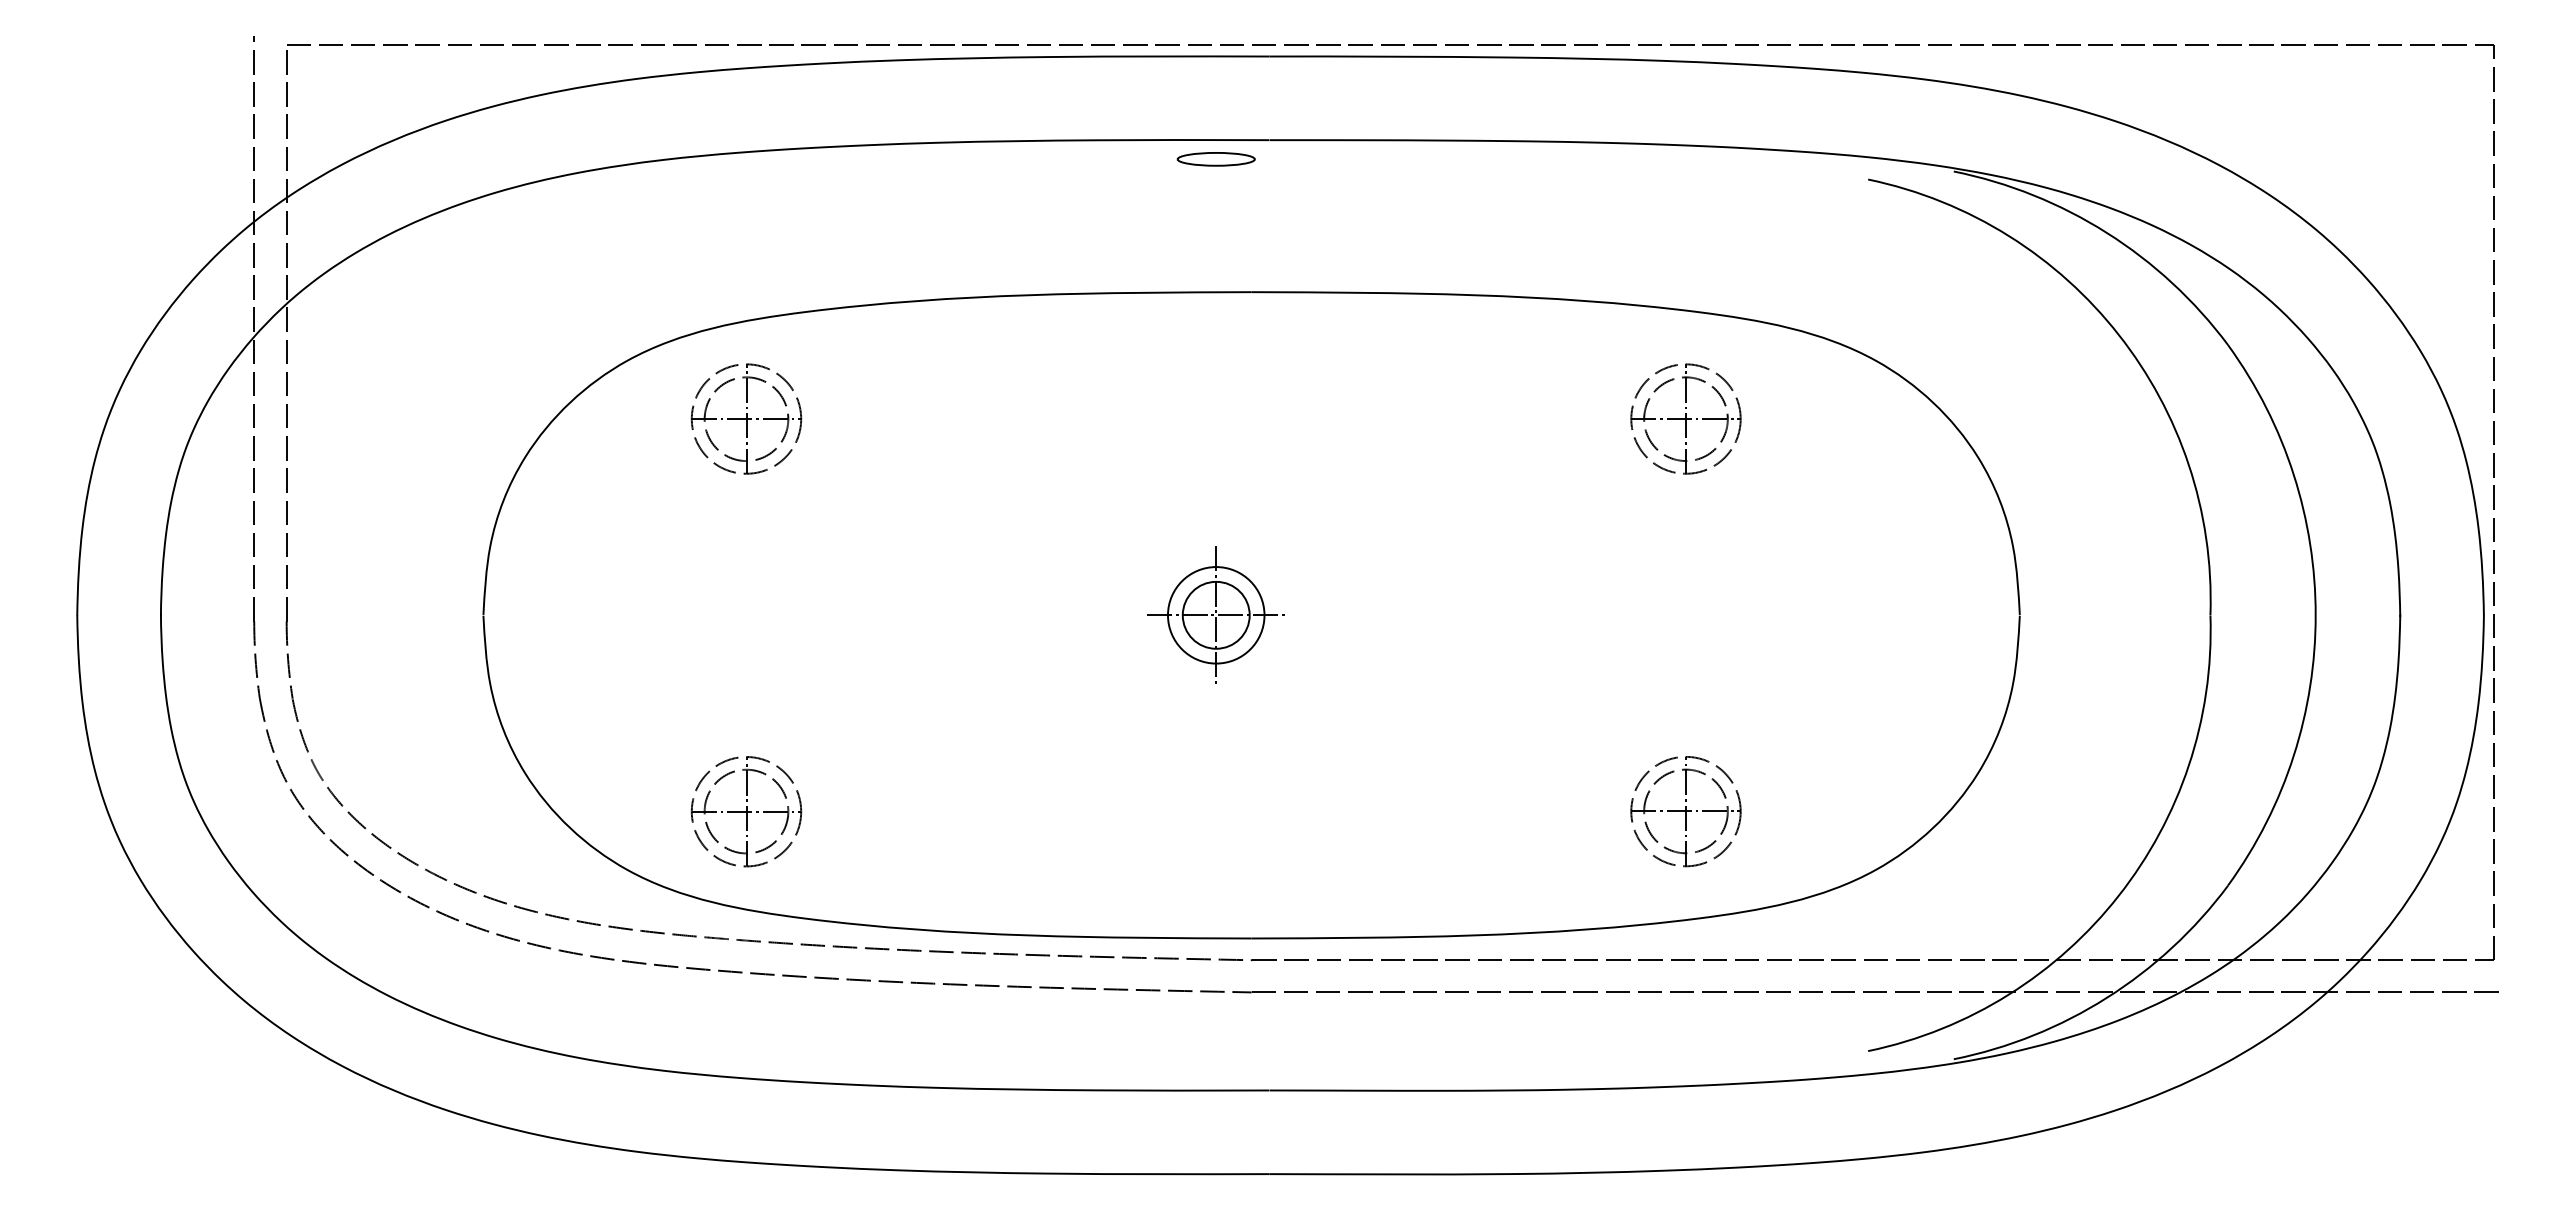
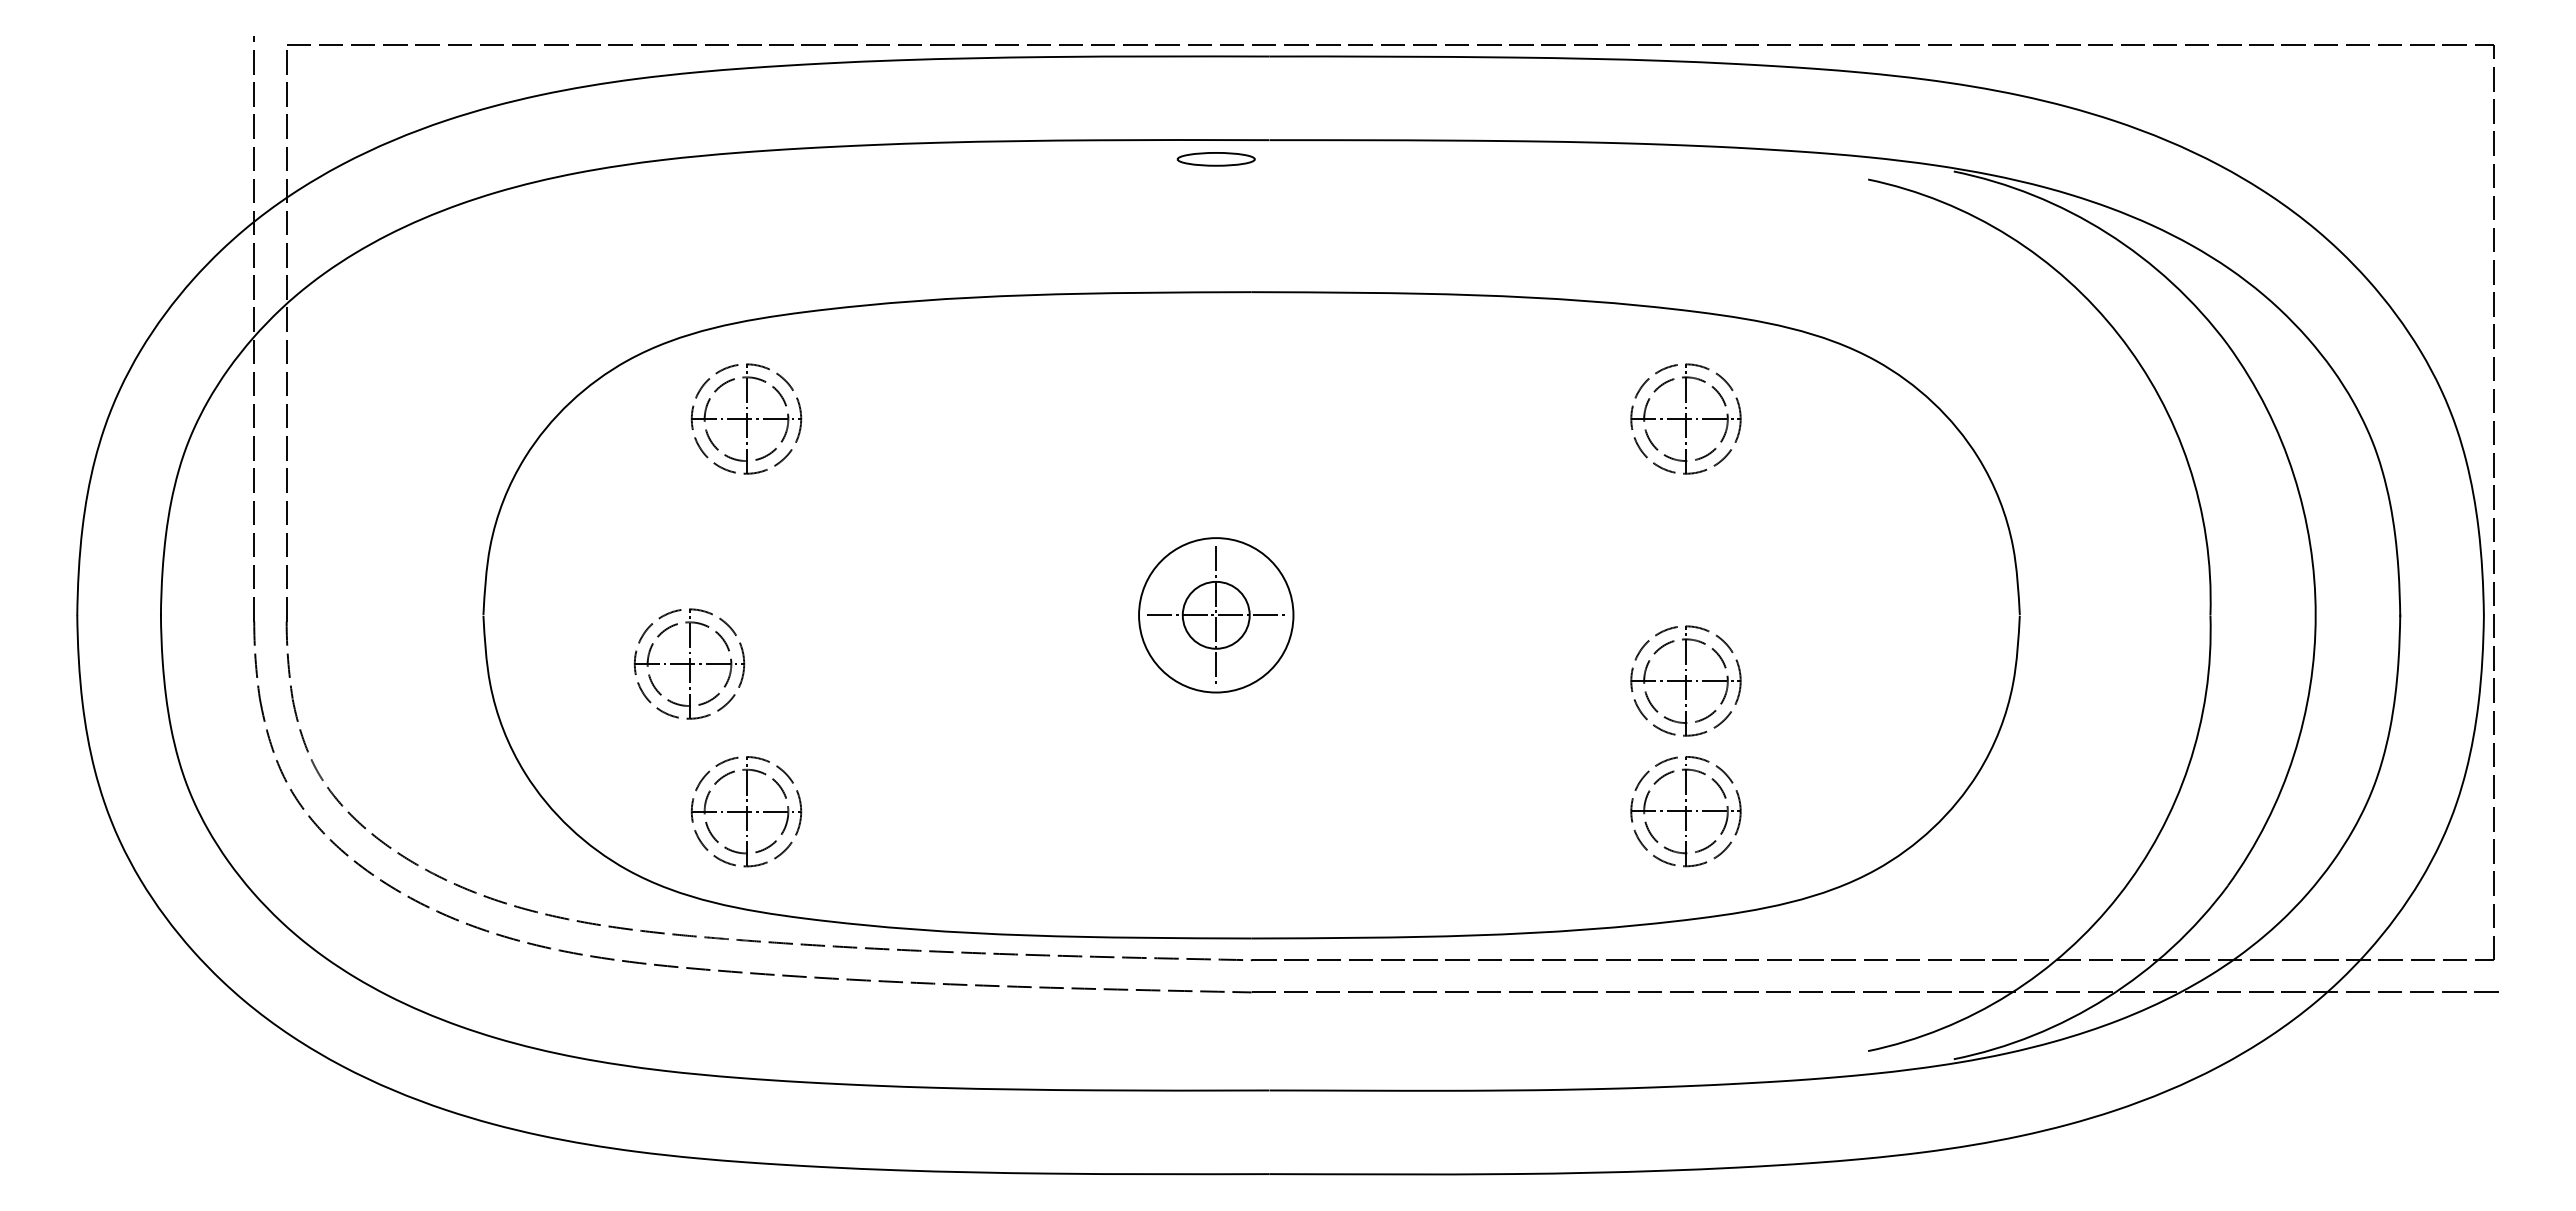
circle at (1215, 615) diameter: 97 px -> 154 px
part at (689, 663): none -> present
part at (1685, 680): none -> present
